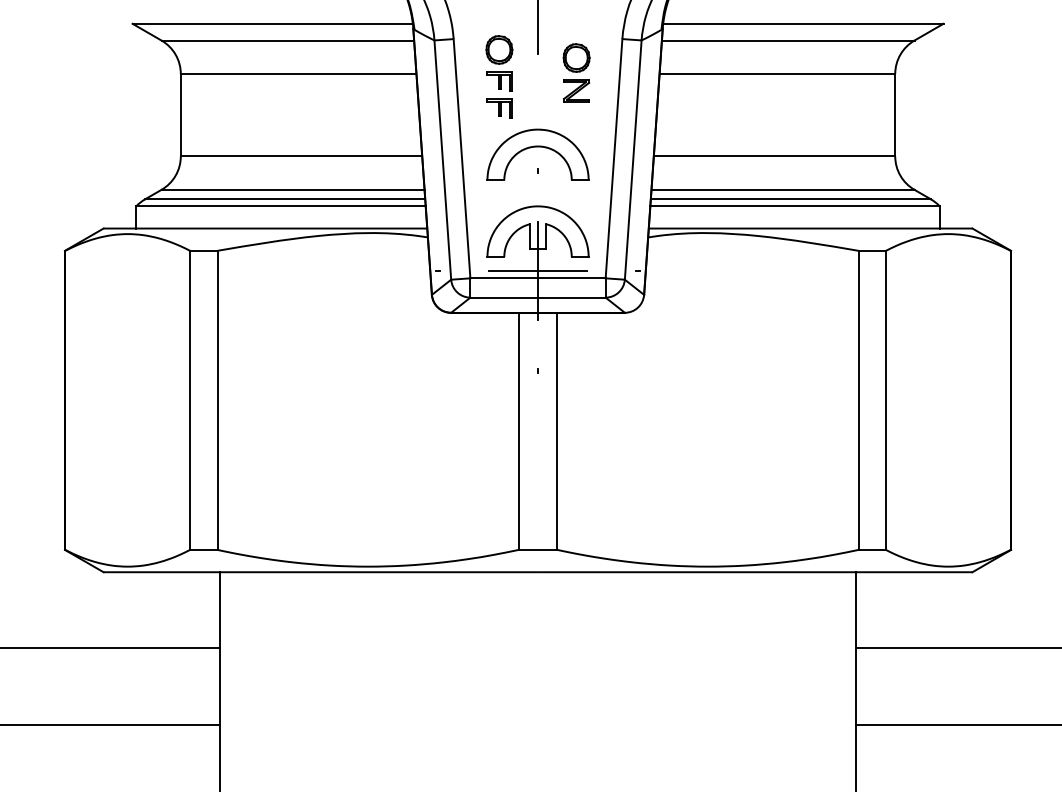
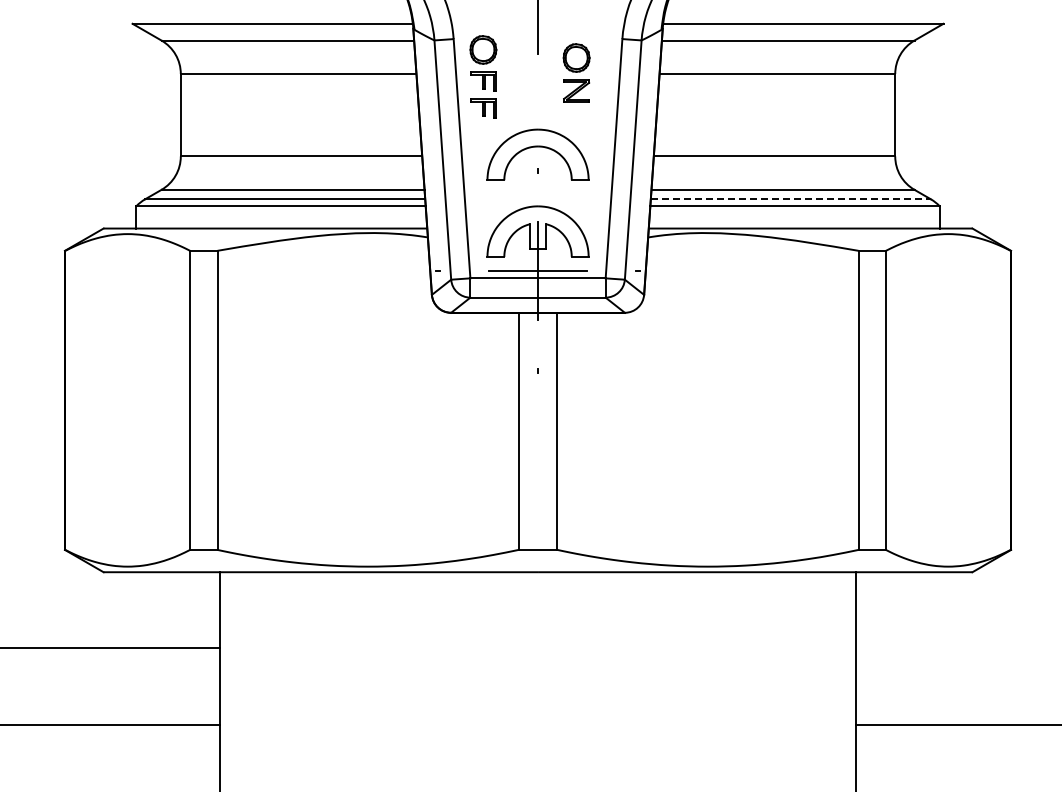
part at (499, 76) position: (499, 76) -> (483, 76)
line at (791, 199): solid -> dashed
line at (956, 647): present -> none
